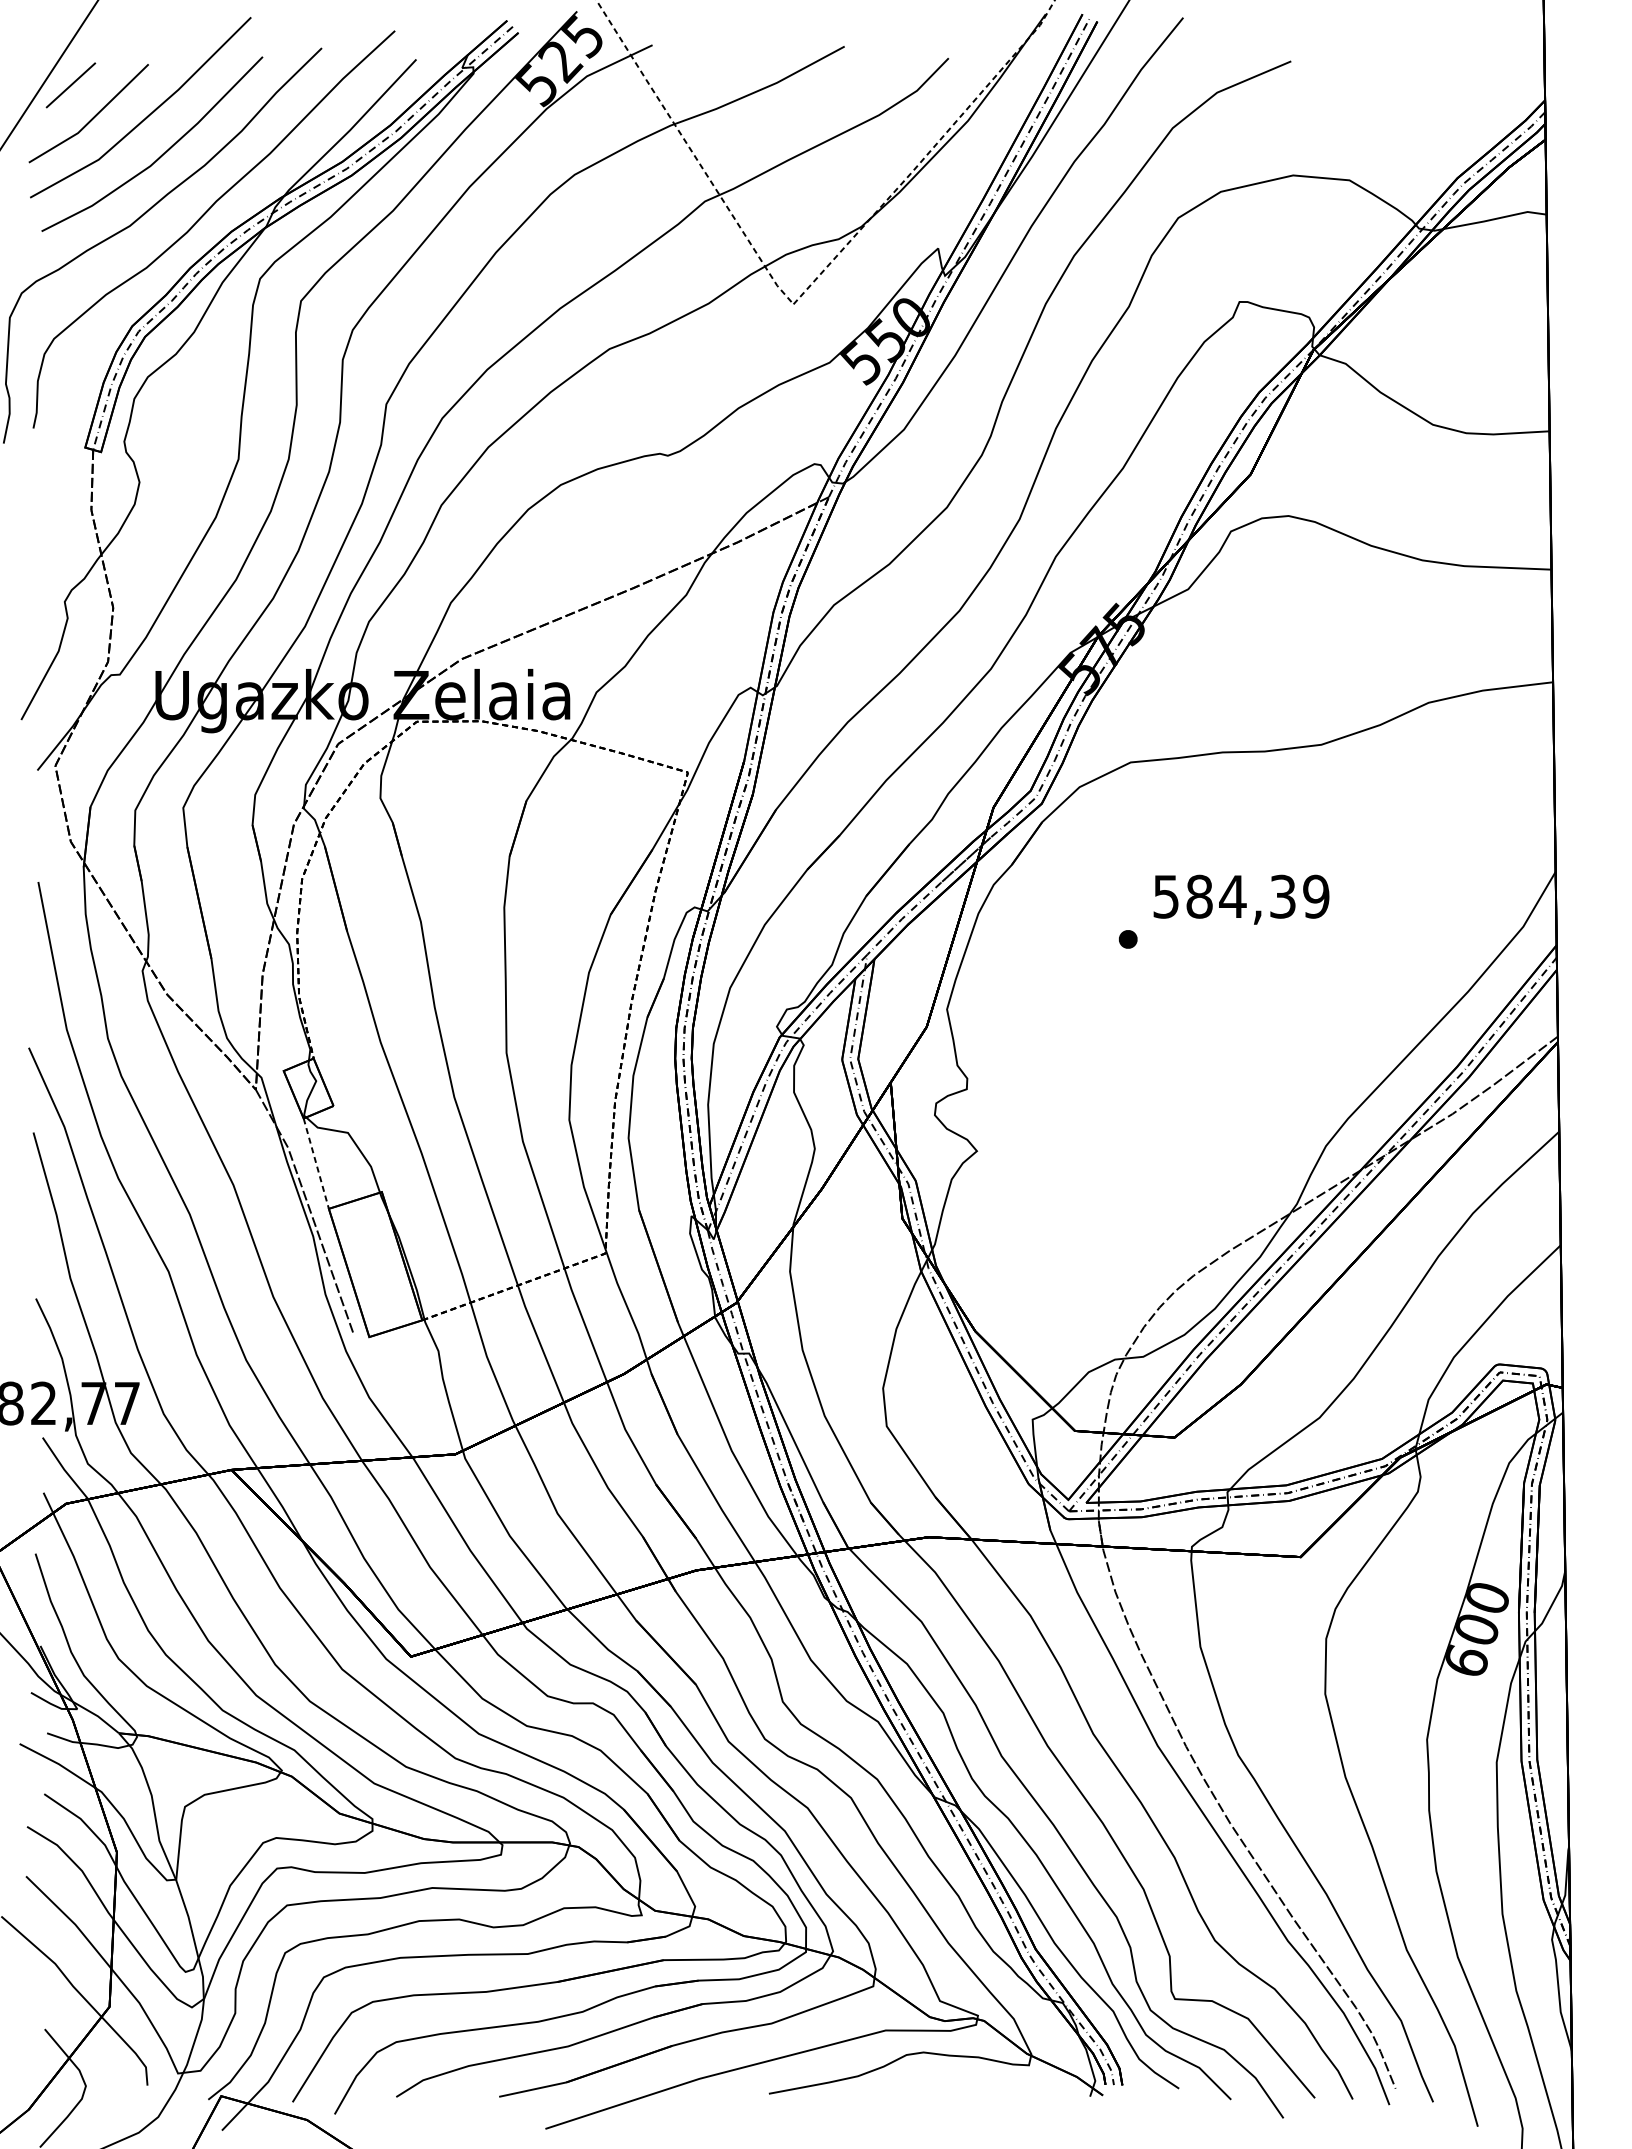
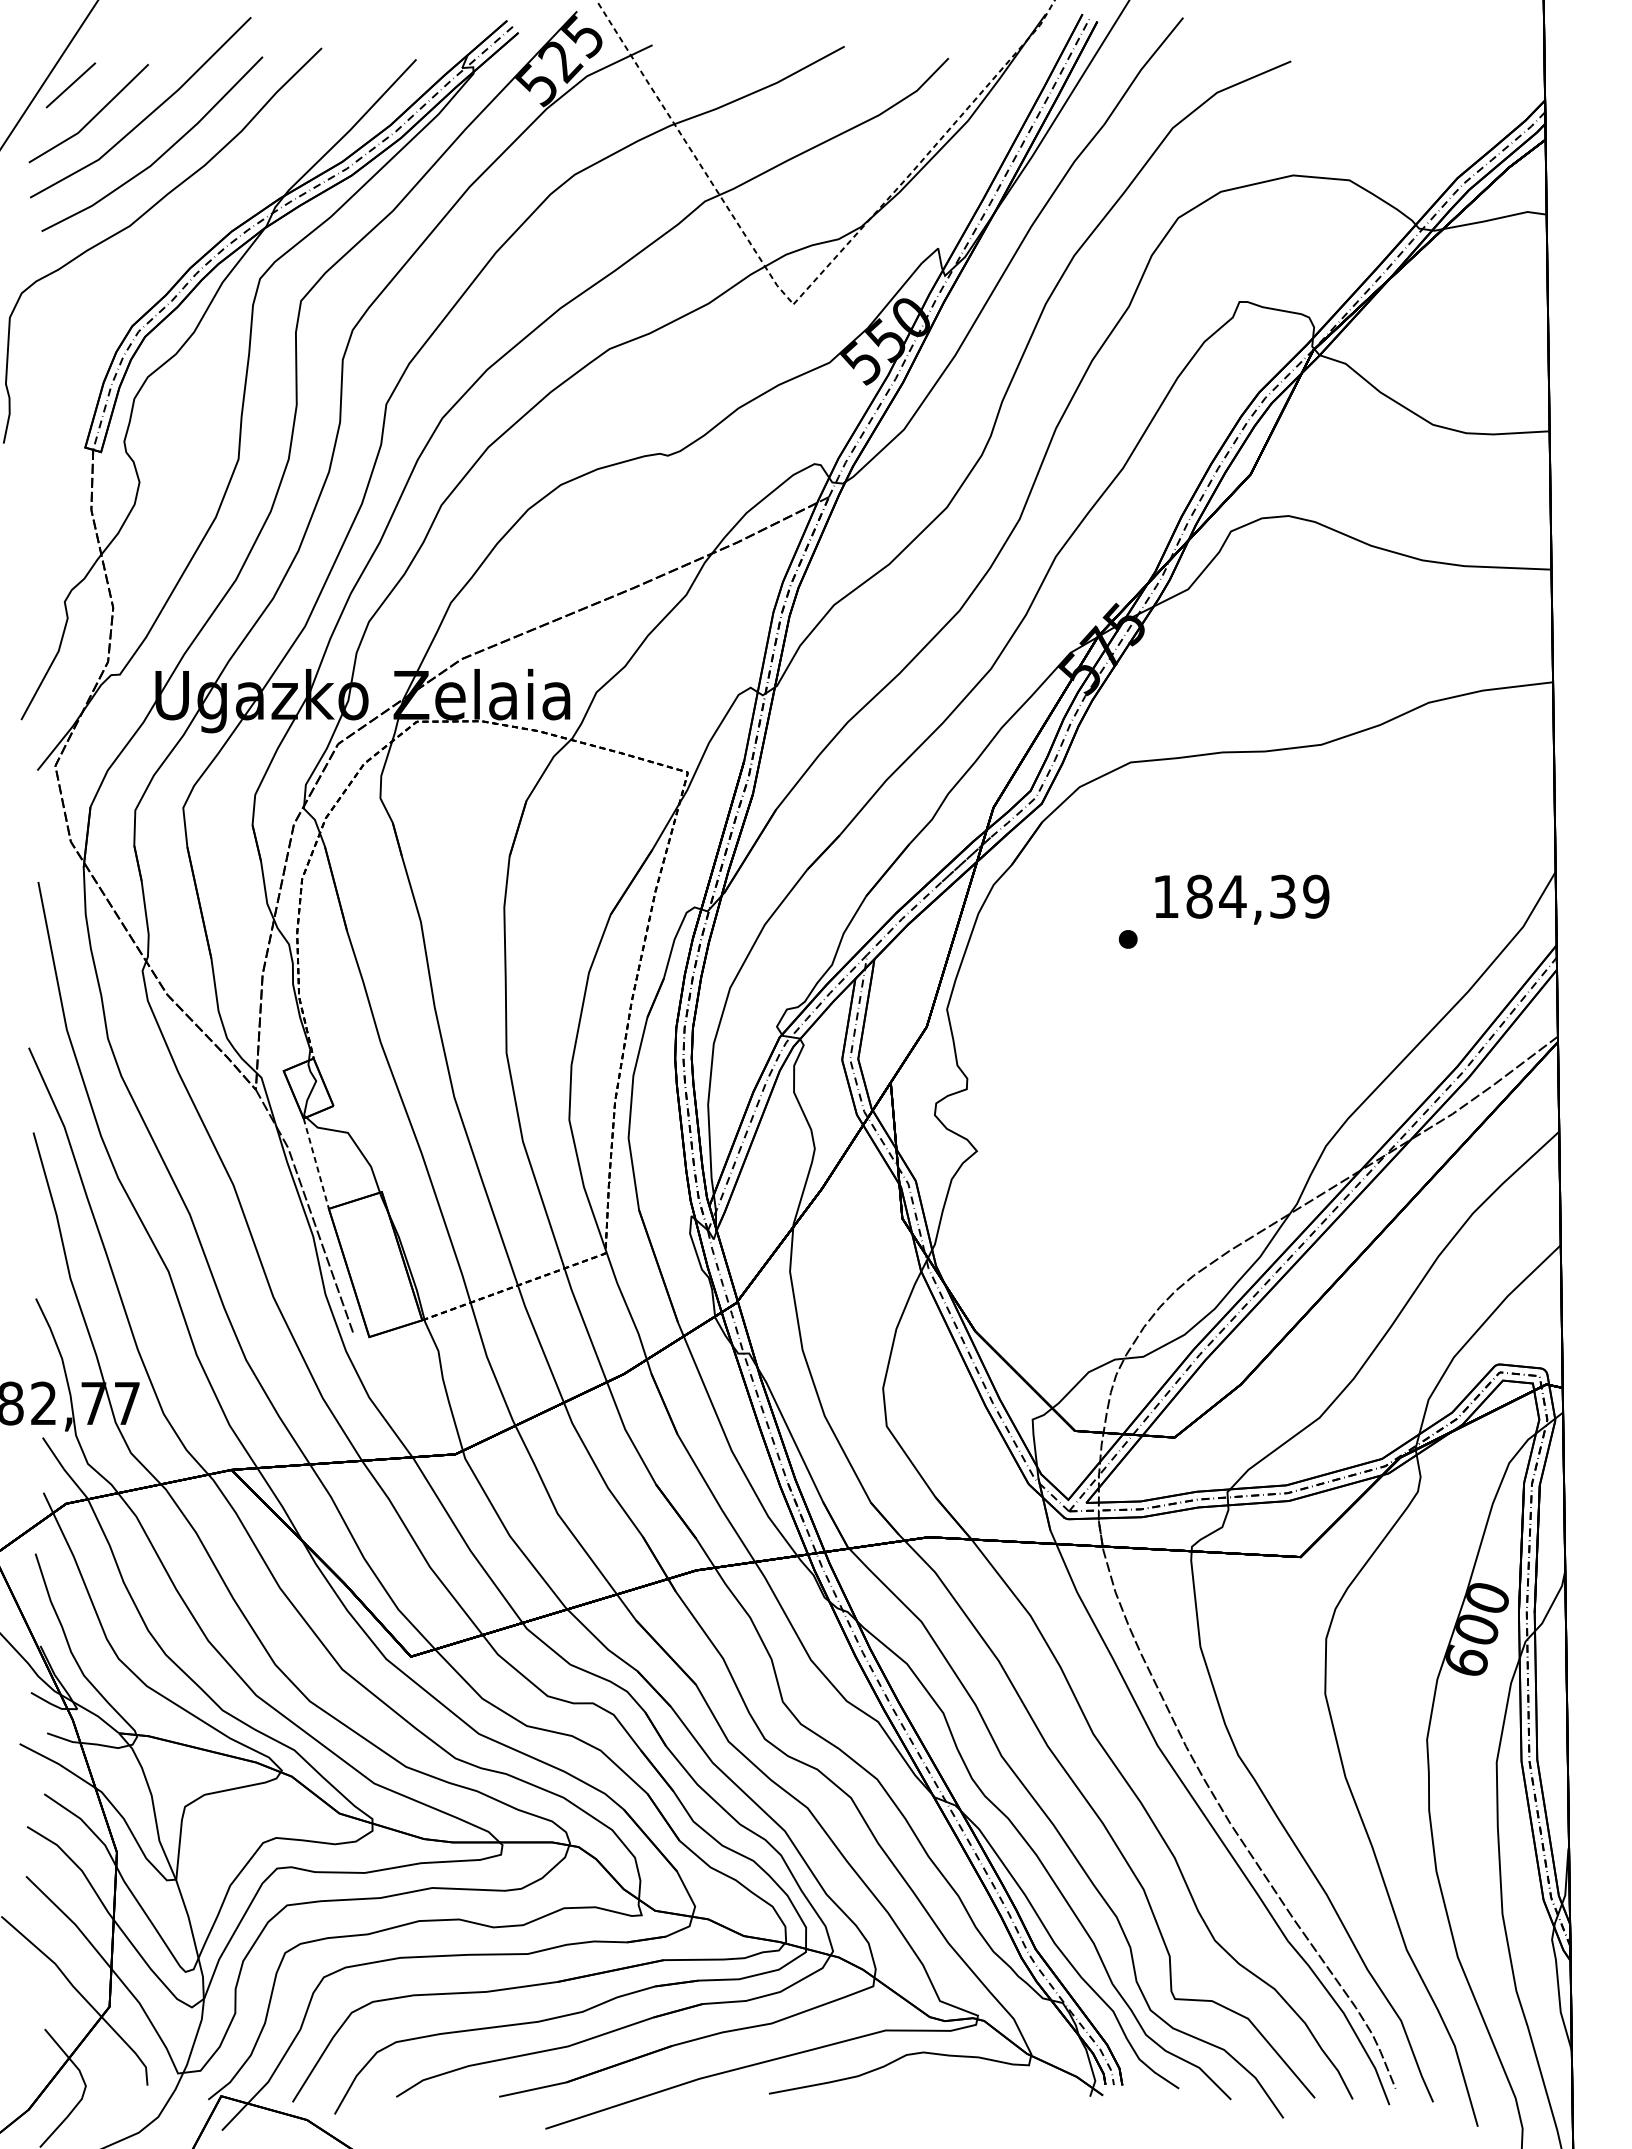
curve at (202, 217): present -> none
text at (1165, 896): 584,39 -> 184,39
